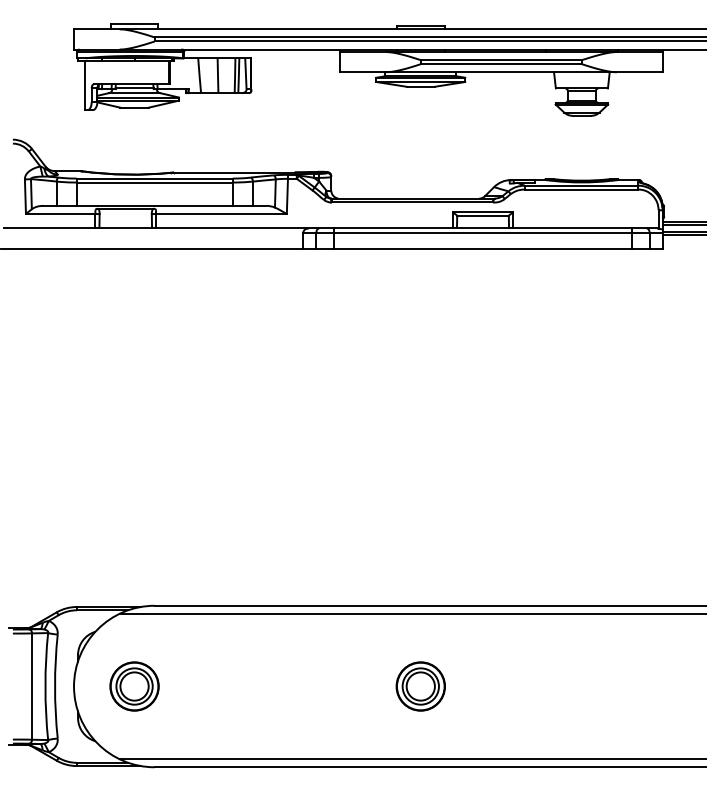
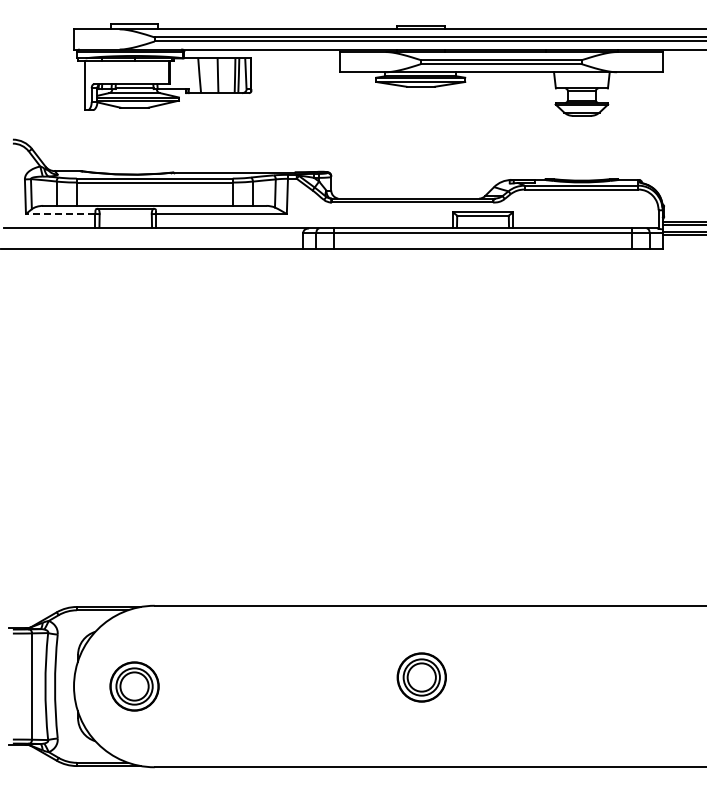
line at (60, 214): solid -> dashed
line at (411, 613): present -> none
part at (420, 686) position: (420, 686) -> (421, 677)
line at (411, 759): present -> none
